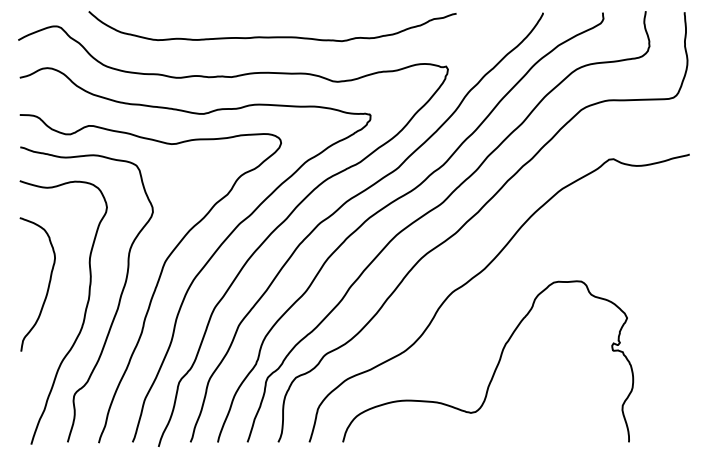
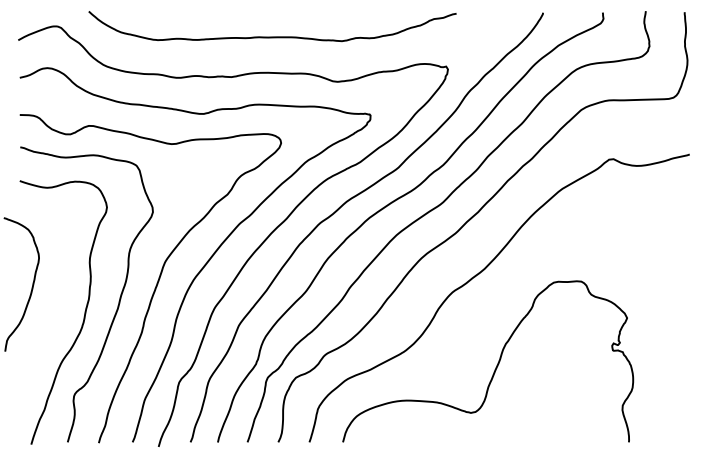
curve at (47, 287) position: (47, 287) -> (31, 287)
